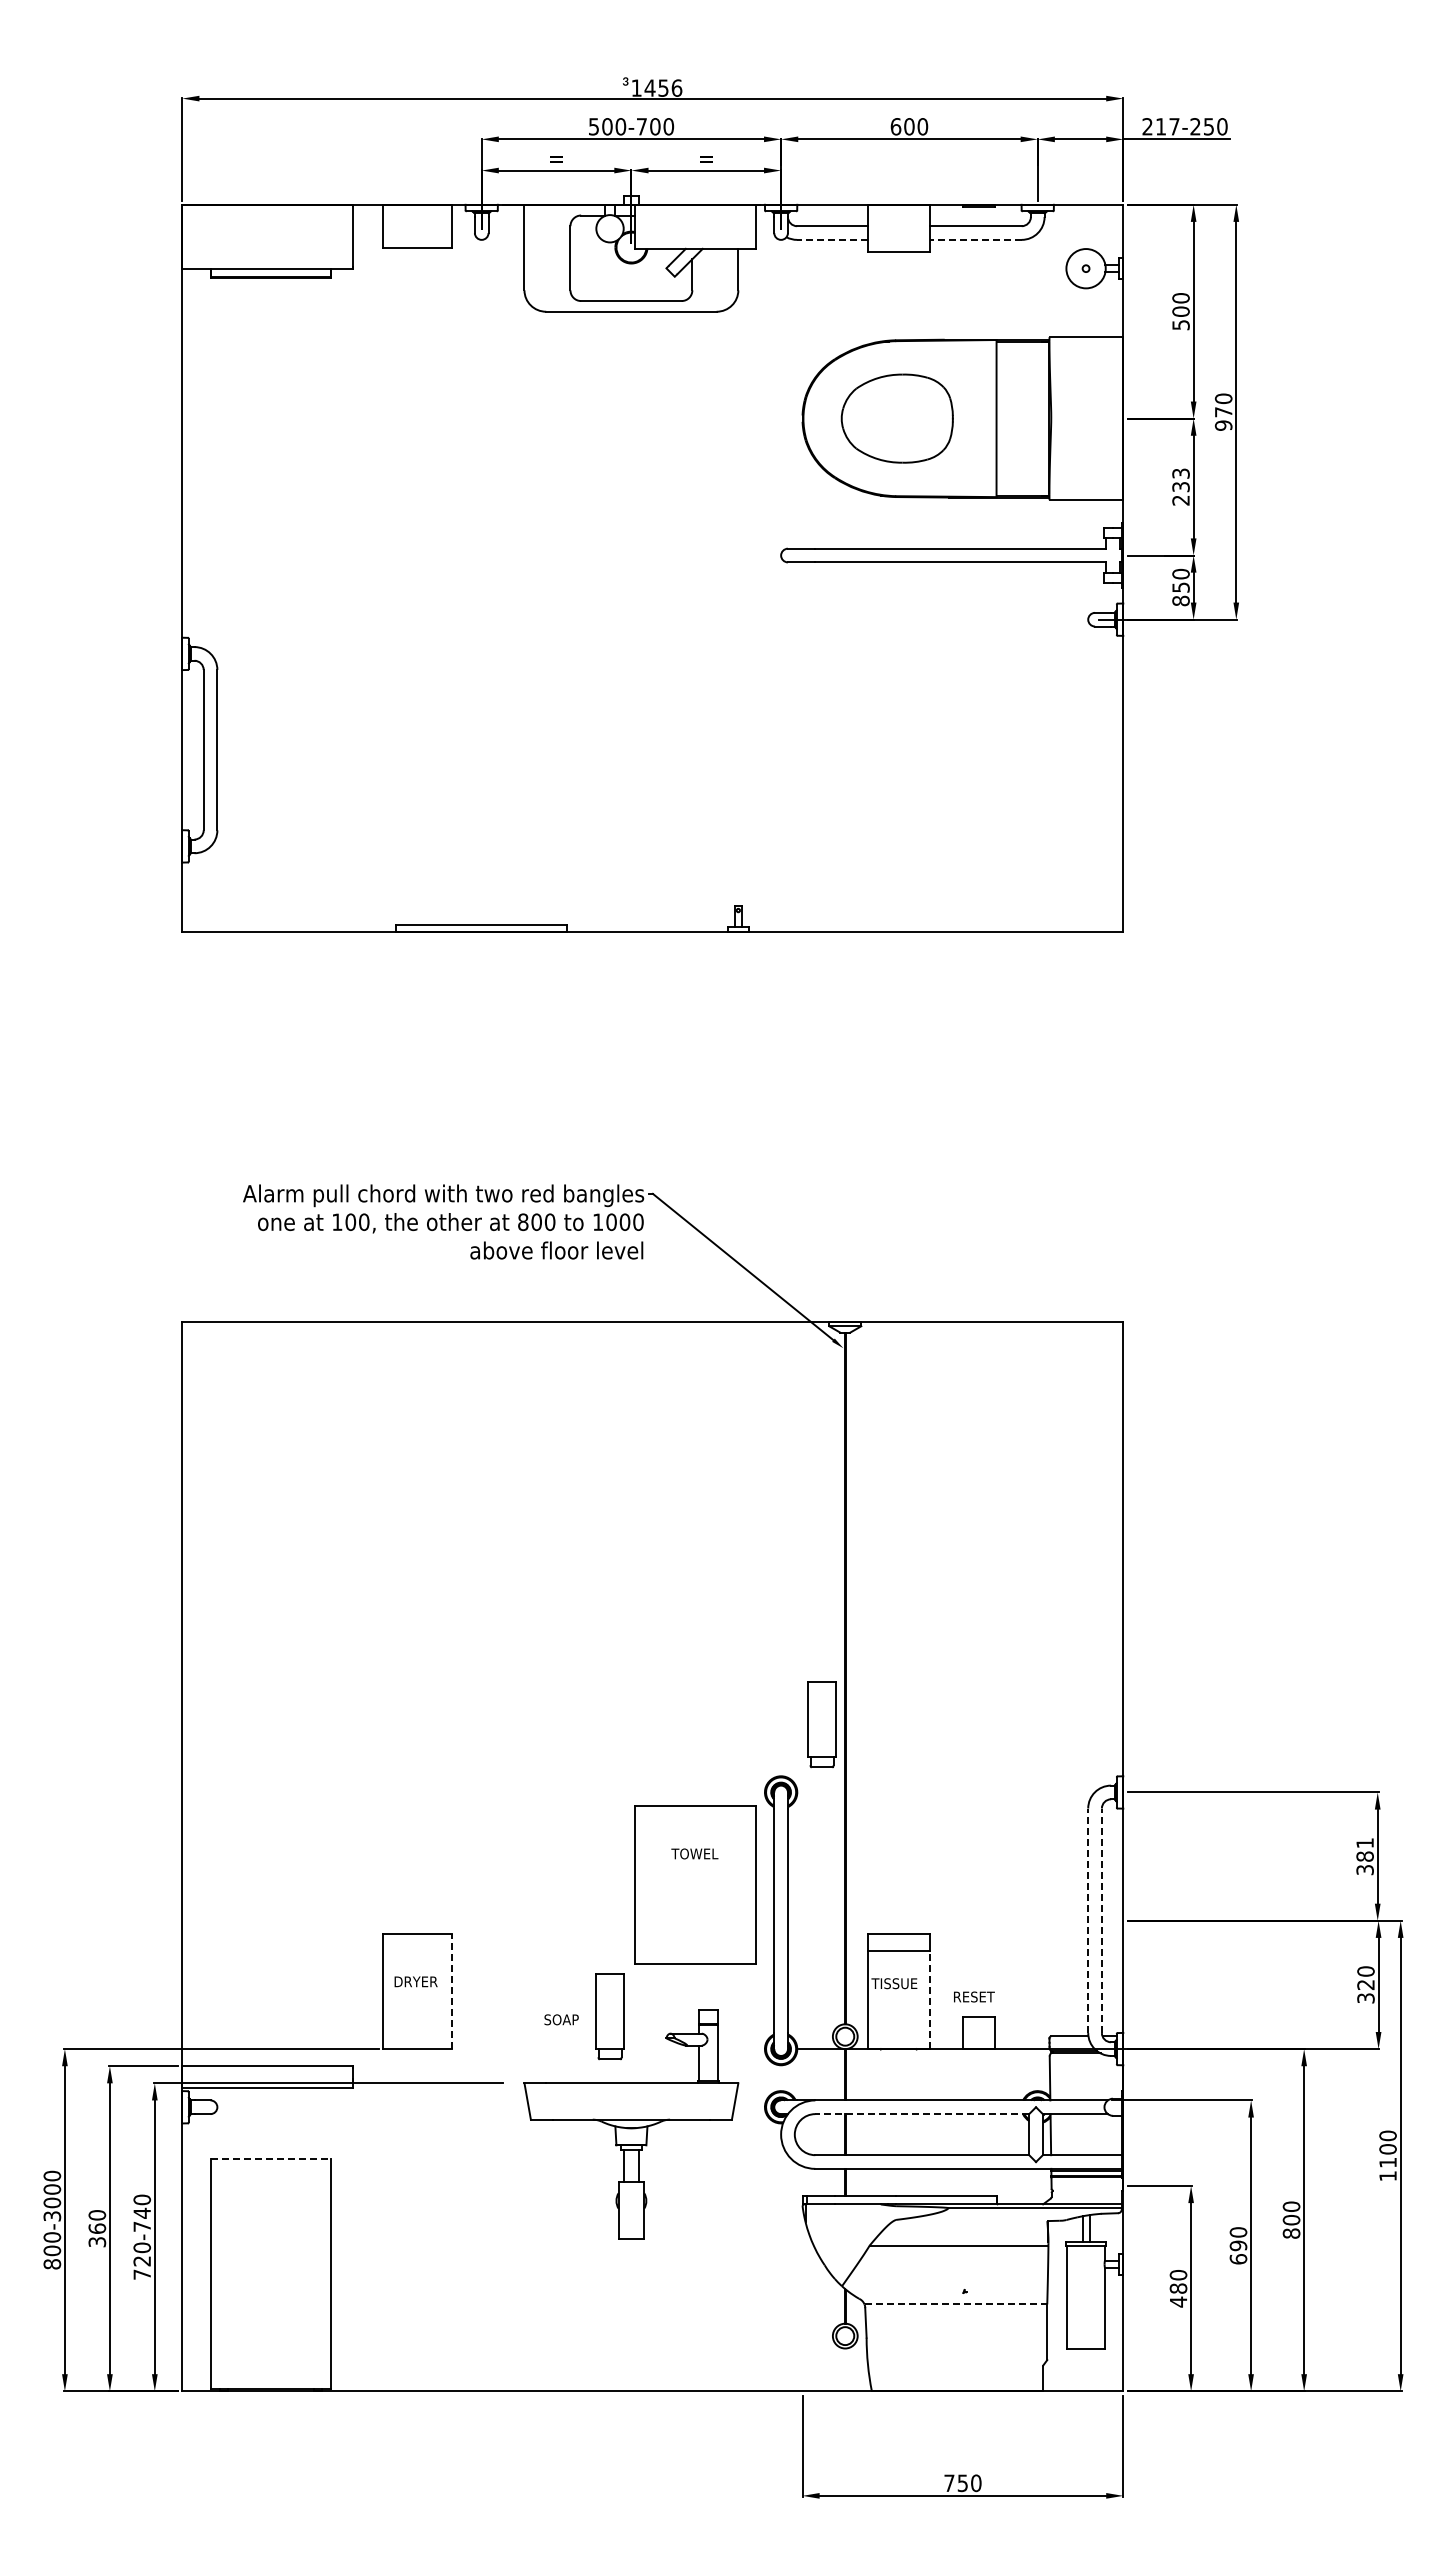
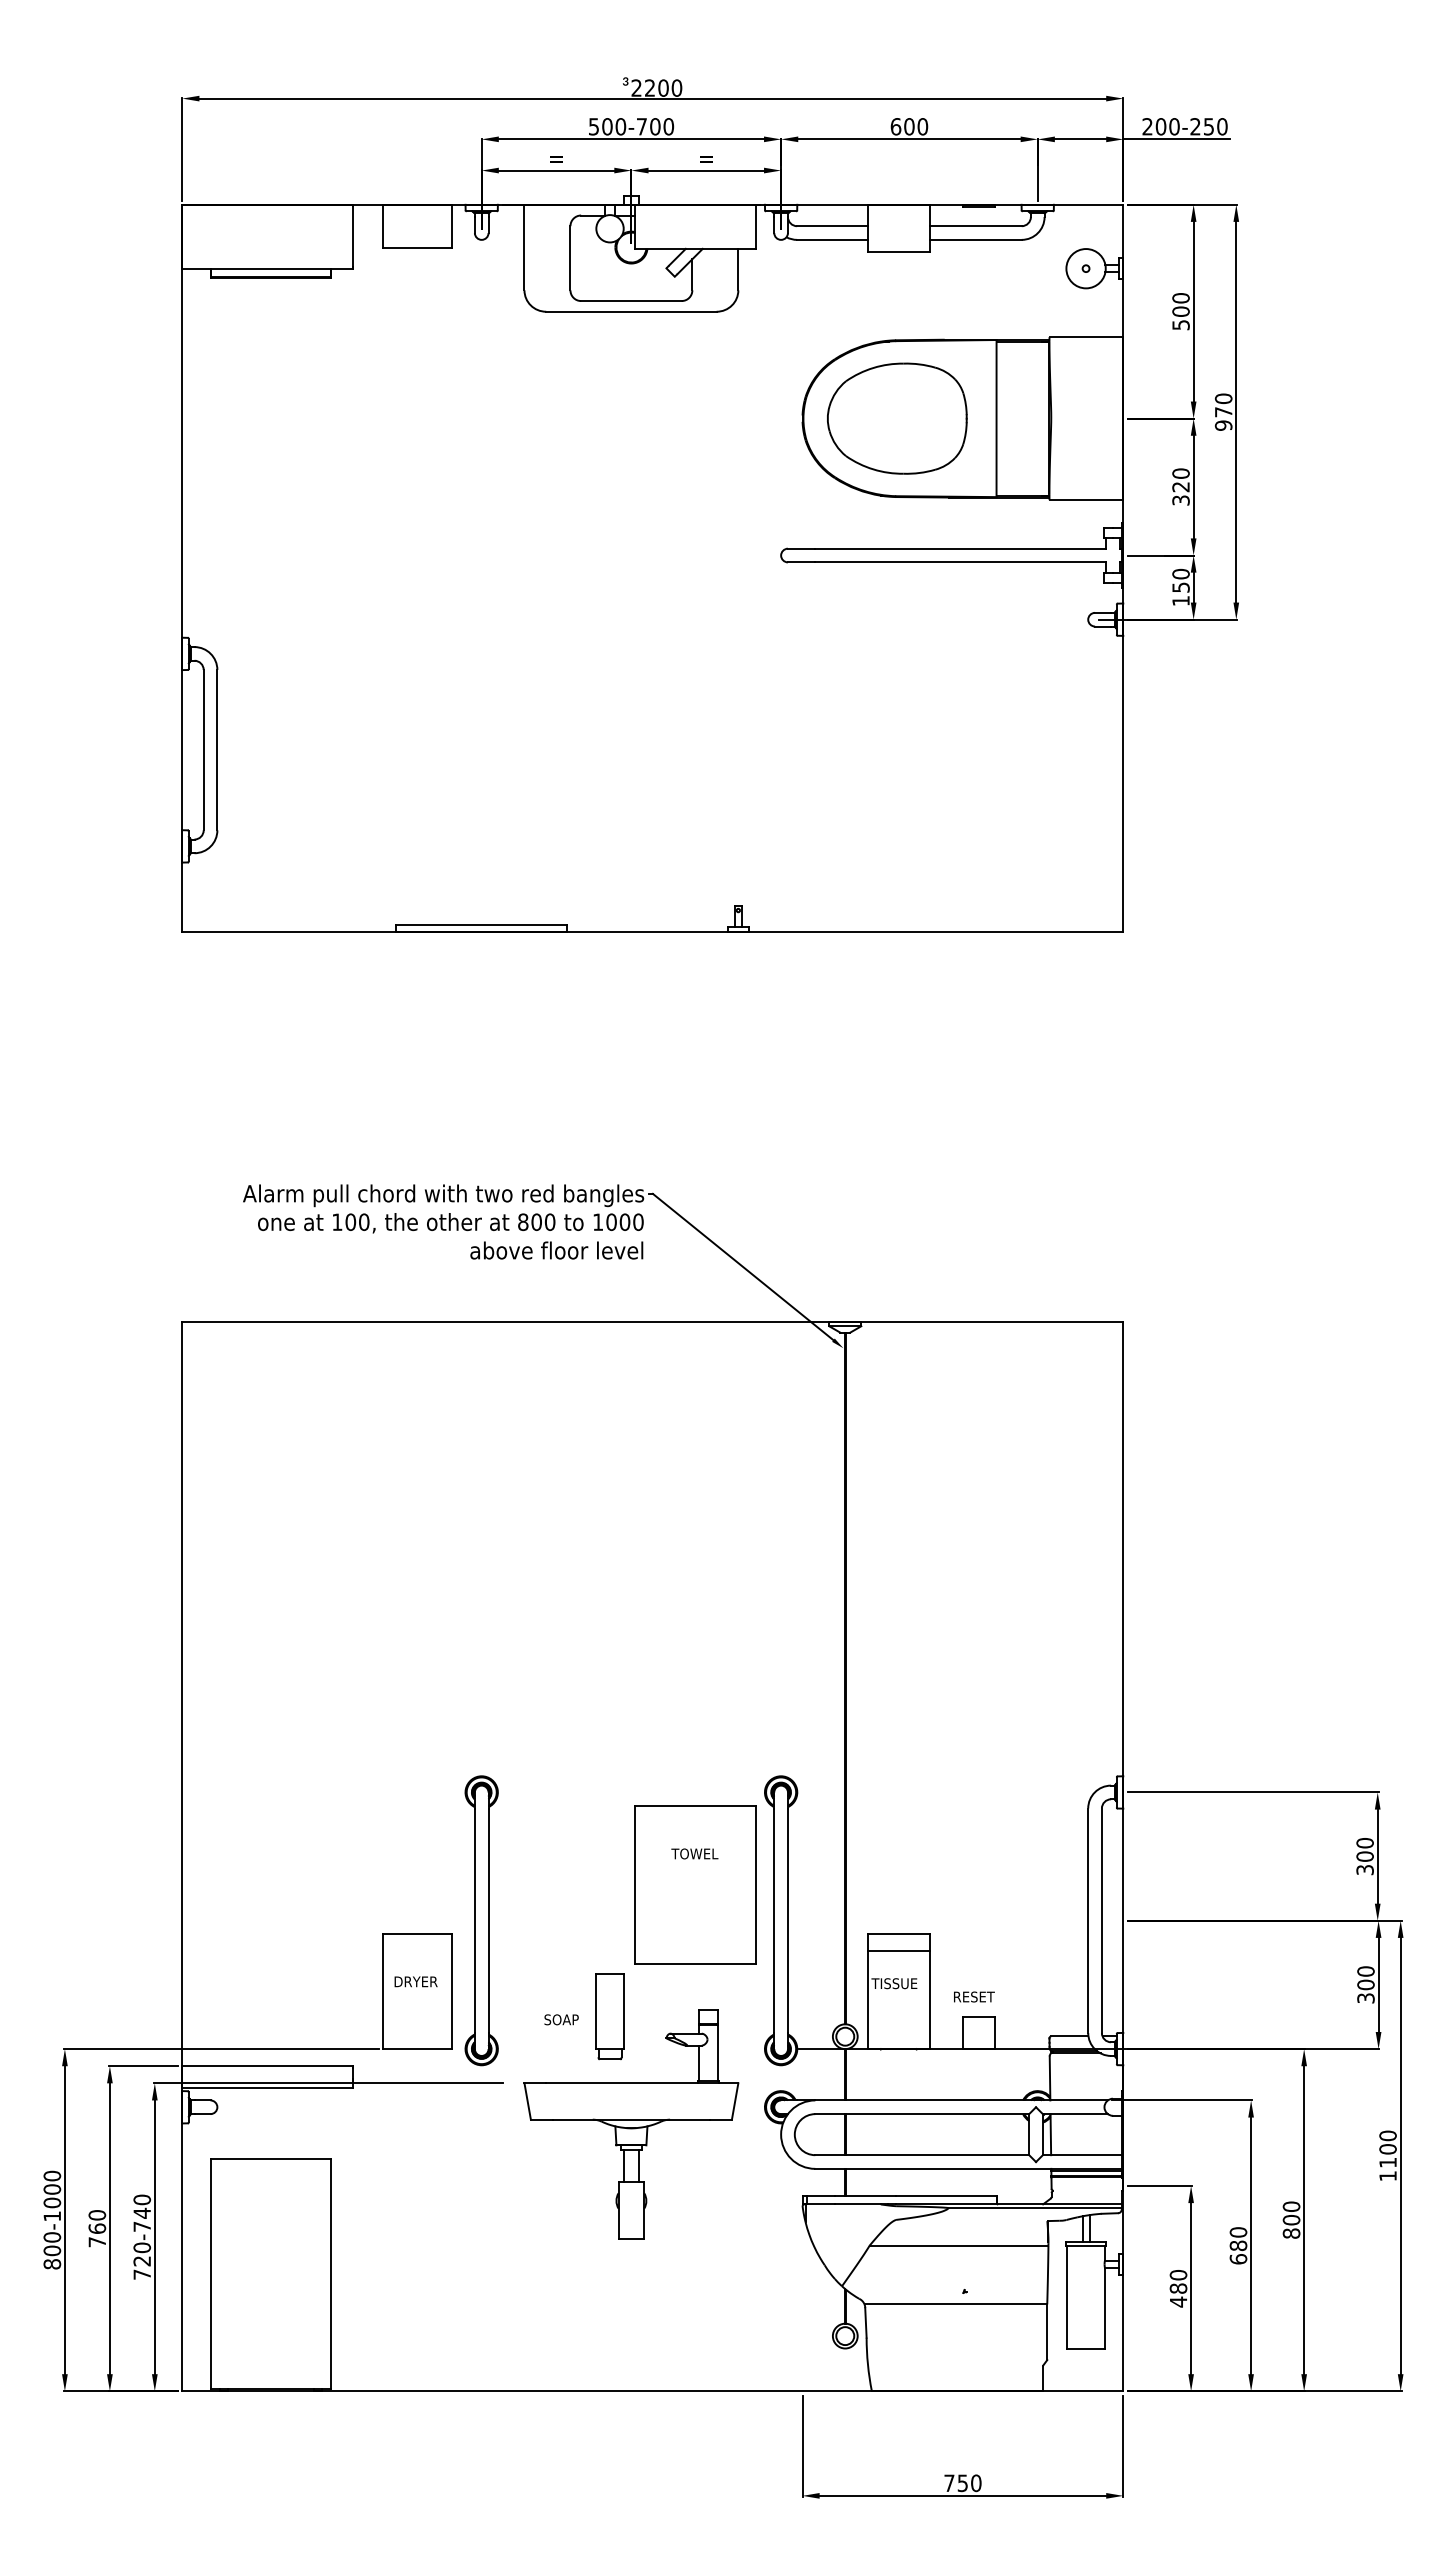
text at (656, 87): 1456 -> 2200
text at (1167, 126): 217-250 -> 200-250
line at (831, 239): dashed -> solid
line at (975, 239): dashed -> solid
part at (896, 418) size: 114x91 px -> 141x113 px
text at (1180, 486): 233 -> 320
text at (1180, 600): 850 -> 150
part at (821, 1724): present -> none
text at (1364, 1849): 381 -> 300
part at (481, 1920): none -> present
line at (1088, 1920): dashed -> solid
line at (1101, 1920): dashed -> solid
text at (1365, 1984): 320 -> 300
line at (451, 1991): dashed -> solid
line at (929, 1999): dashed -> solid
line at (922, 2114): dashed -> solid
line at (271, 2158): dashed -> solid
text at (52, 2216): 800-3000 -> 800-1000
text at (97, 2242): 360 -> 760
text at (1238, 2245): 690 -> 680
line at (956, 2304): dashed -> solid
